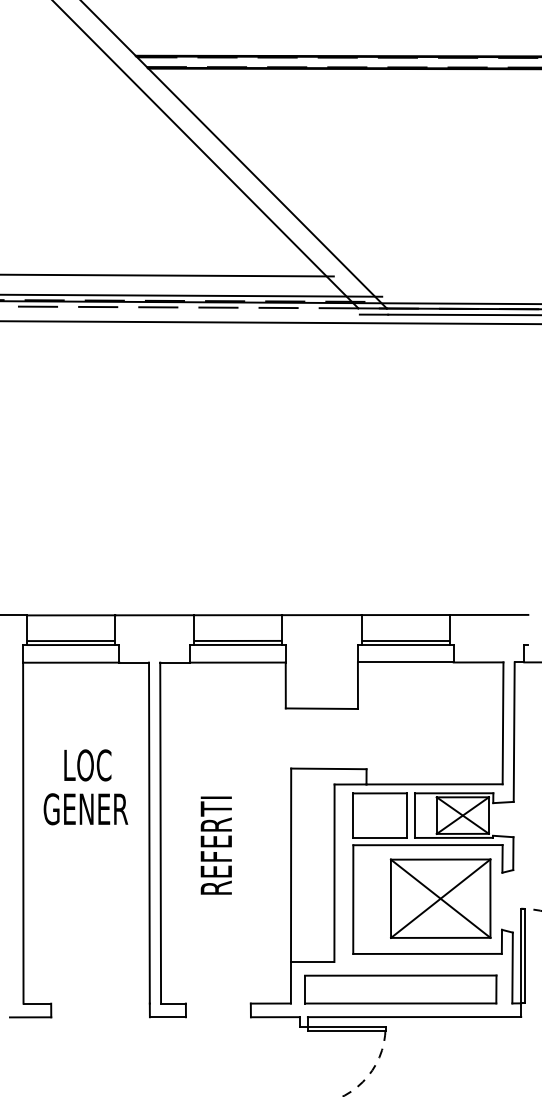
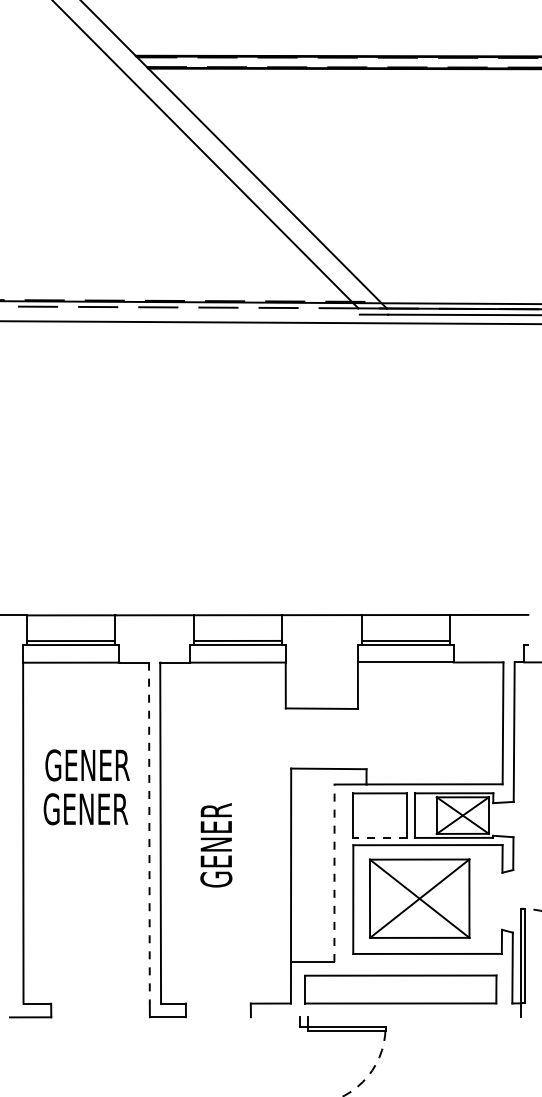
line at (167, 275): present -> none
line at (192, 295): present -> none
text at (87, 765): LOC -> GENER
line at (149, 833): solid -> dashed
line at (380, 837): solid -> dashed
text at (216, 845): REFERTI -> GENER
line at (334, 873): solid -> dashed
part at (440, 898) position: (440, 898) -> (419, 898)
line at (414, 1016): present -> none
line at (274, 1017): present -> none
